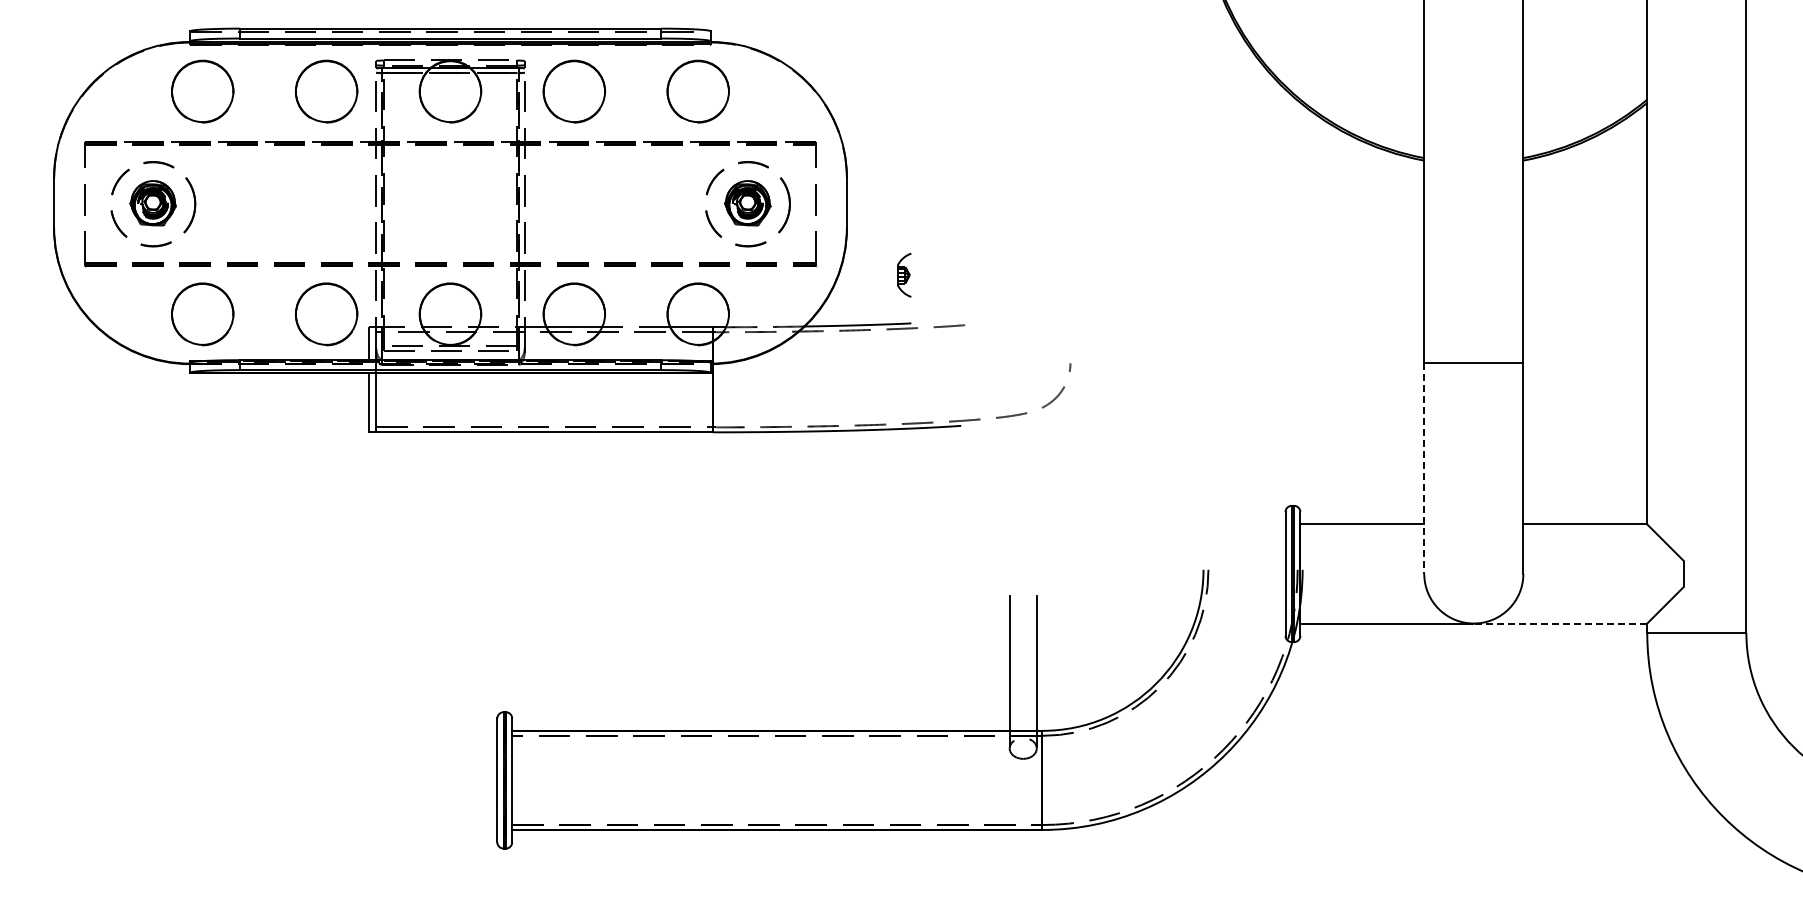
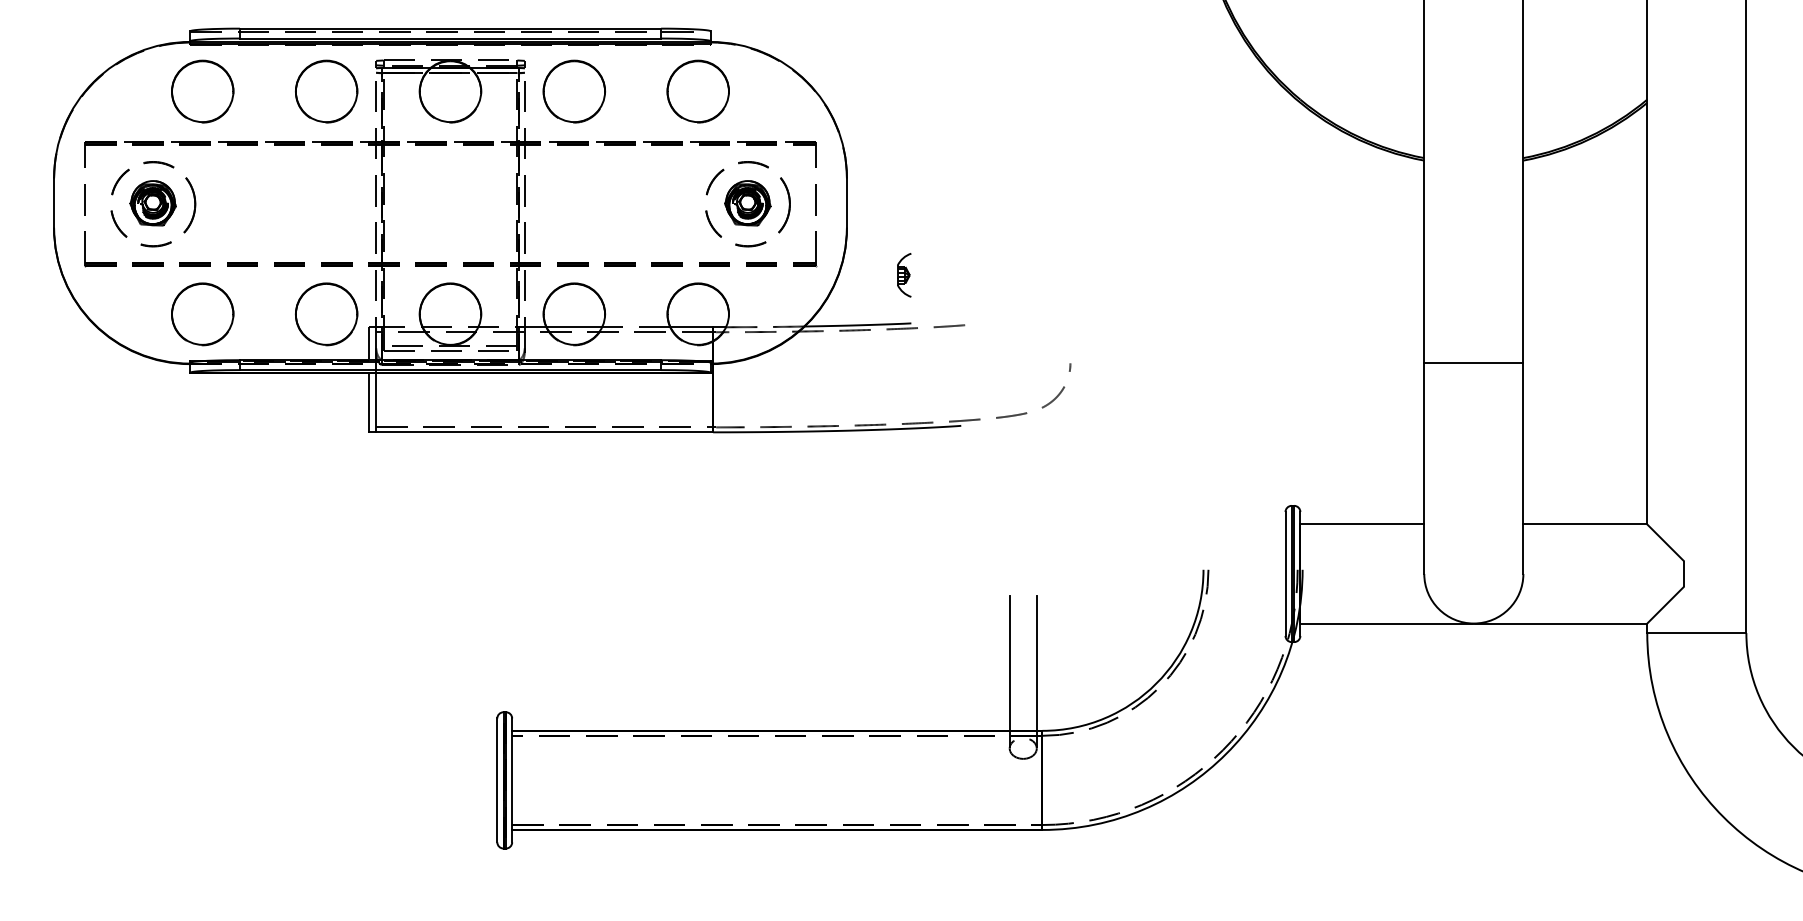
line at (1424, 469): dashed -> solid
line at (1561, 623): dashed -> solid
